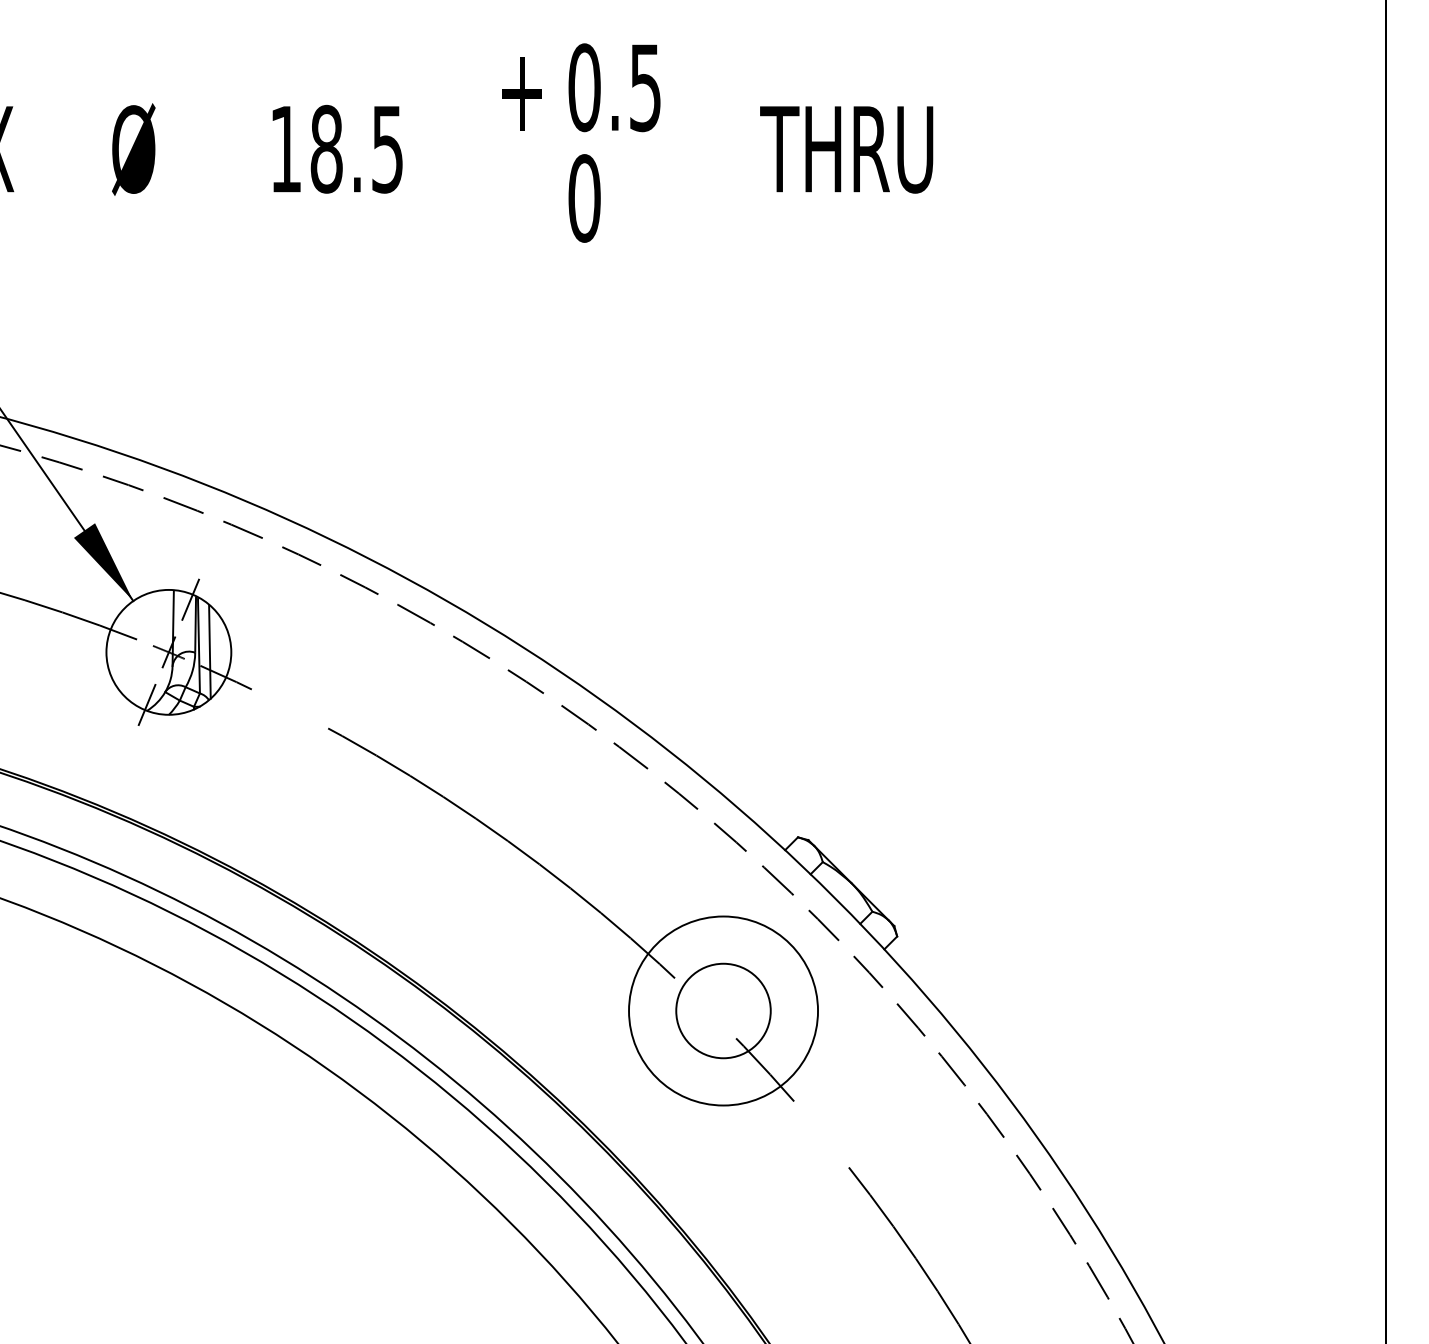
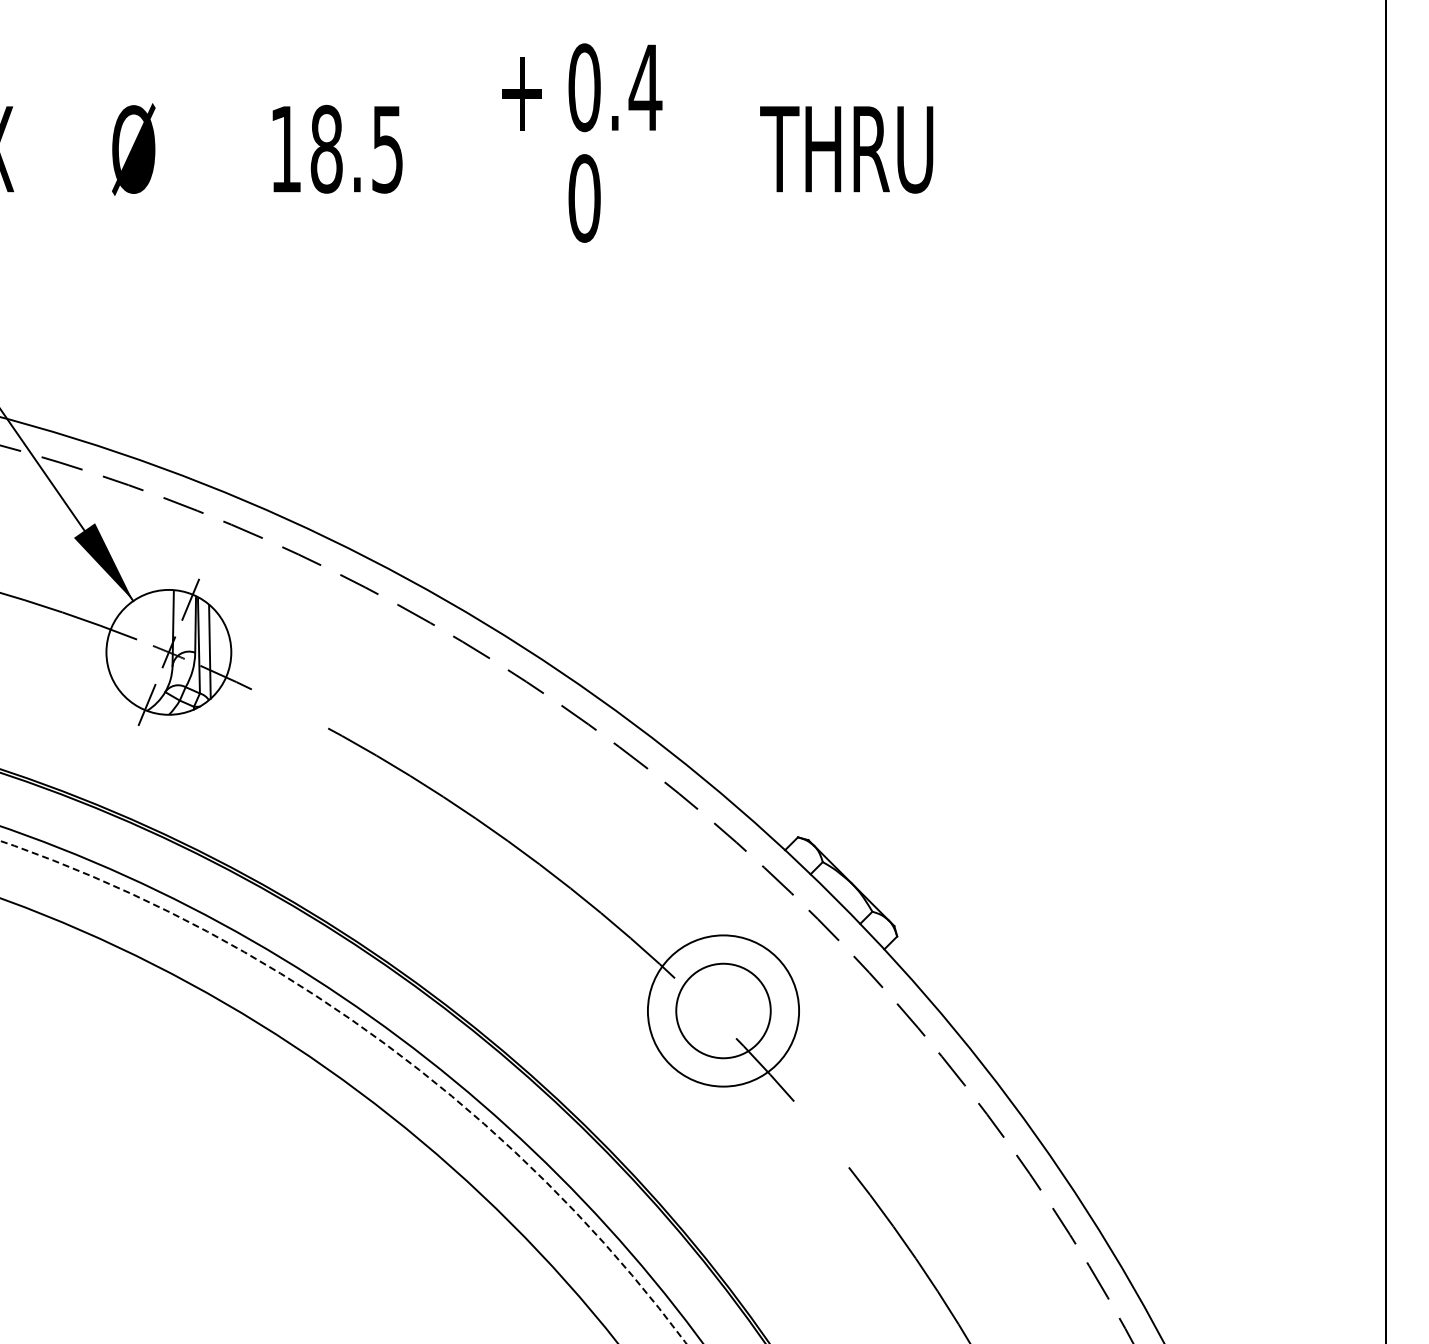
text at (645, 88): 0.5 -> 0.4
circle at (723, 1010) diameter: 189 px -> 151 px
arc at (380, 1040): solid -> dashed
